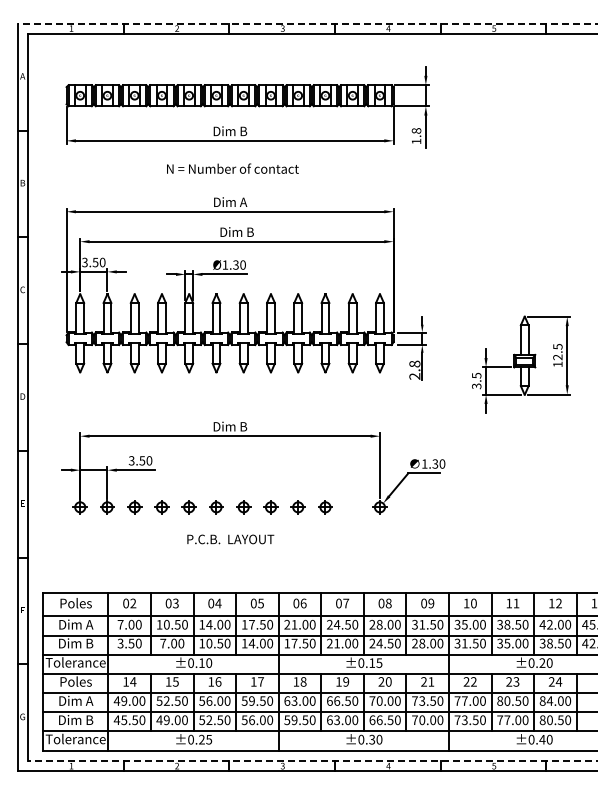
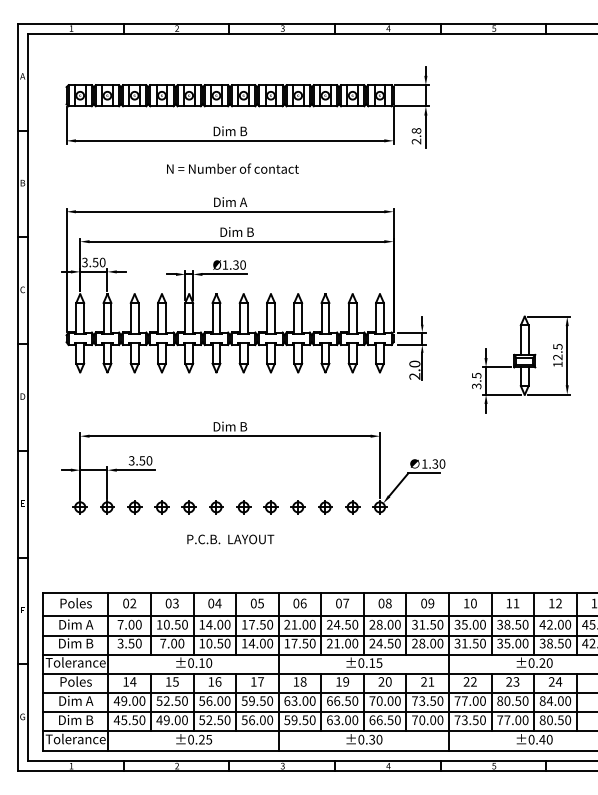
line at (307, 23): dashed -> solid
text at (416, 141): 1.8 -> 2.8
text at (414, 363): 2.8 -> 2.0
part at (352, 507): none -> present
line at (312, 761): dashed -> solid
